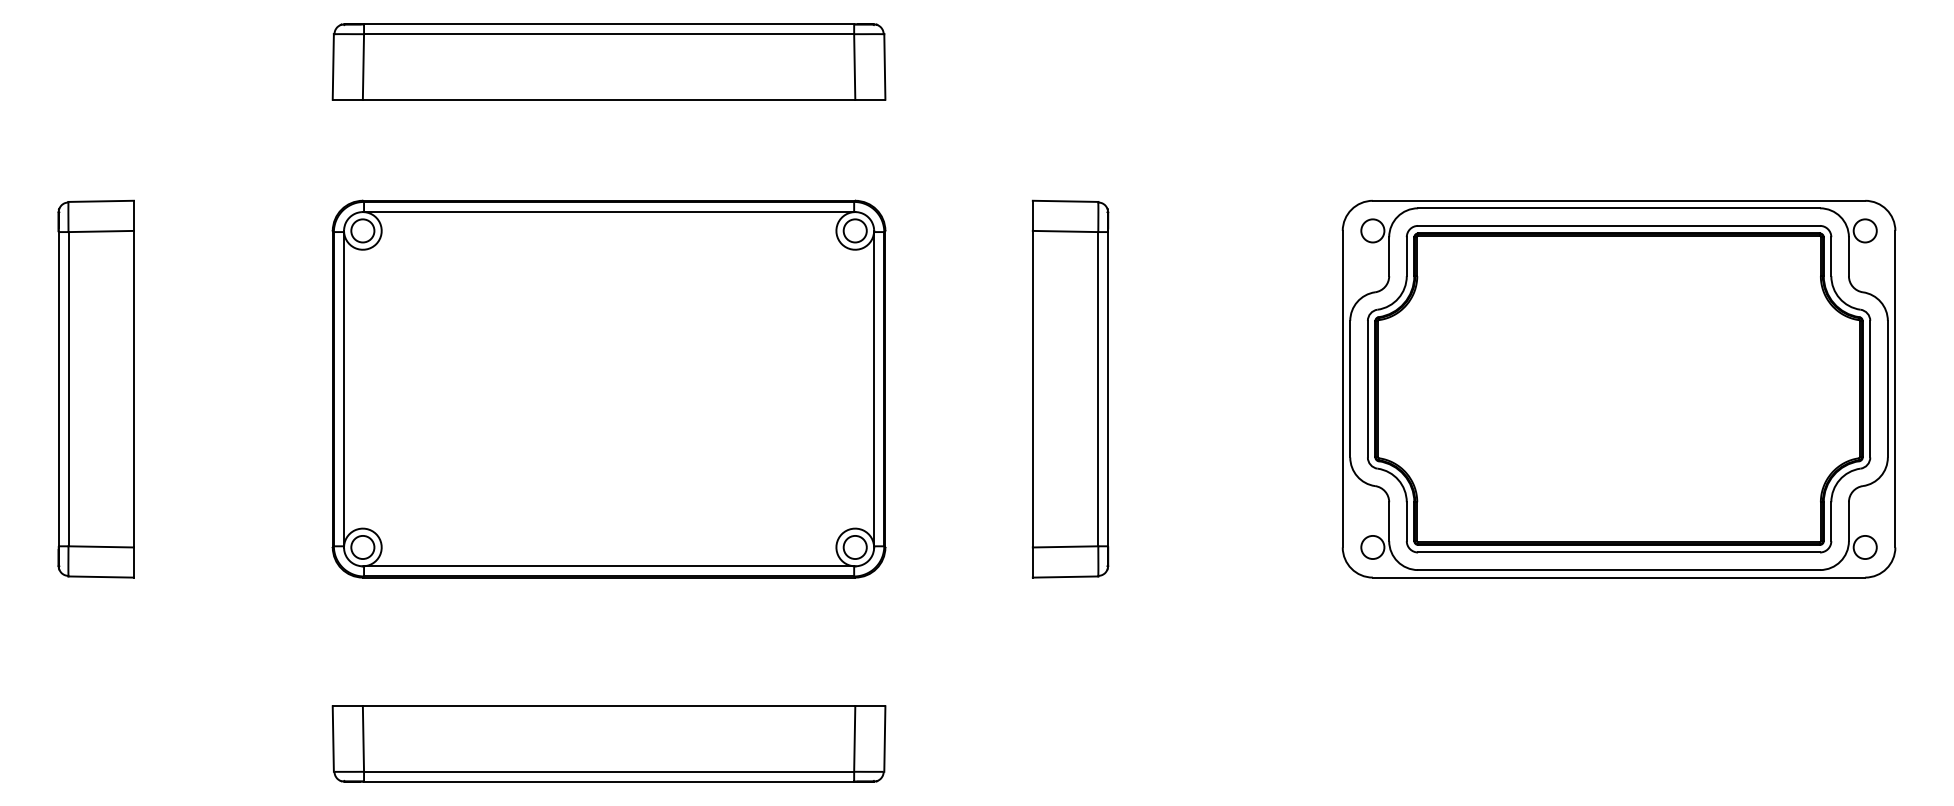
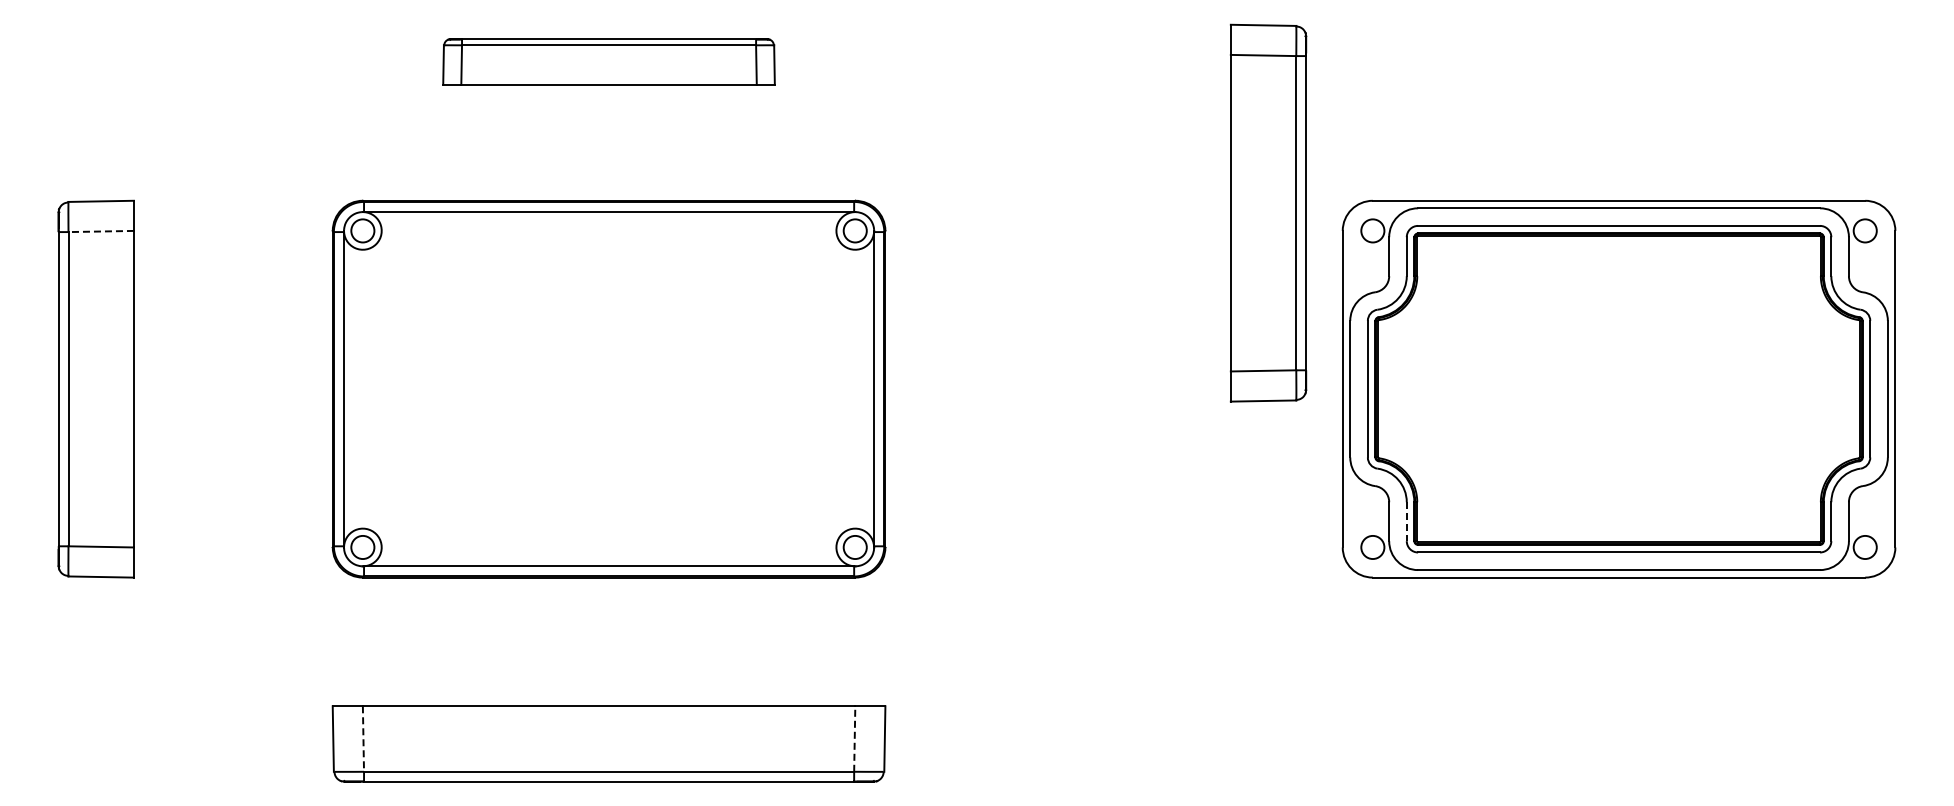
part at (608, 61) size: 556x78 px -> 334x48 px
line at (101, 231): solid -> dashed
part at (1070, 388) position: (1070, 388) -> (1268, 212)
line at (1406, 522): solid -> dashed
line at (363, 739): solid -> dashed
line at (854, 739): solid -> dashed
